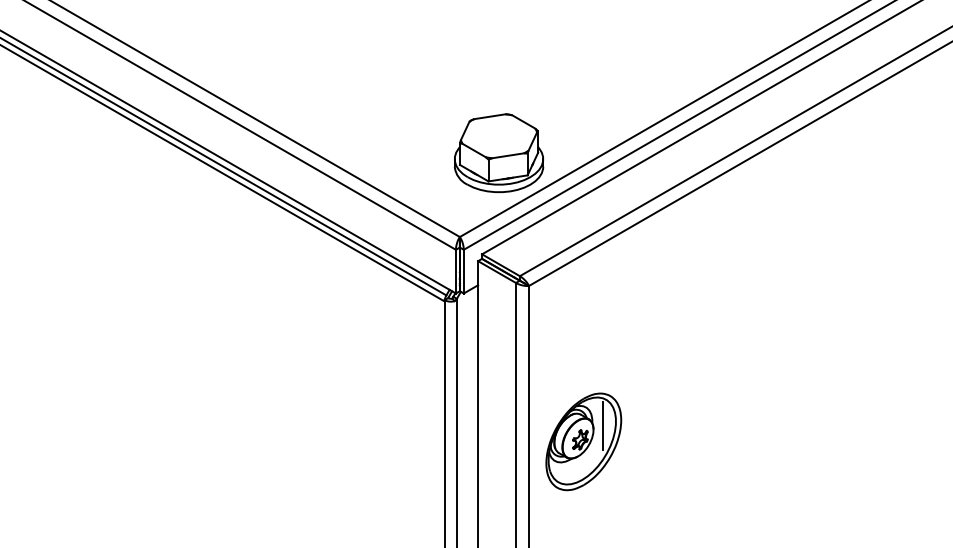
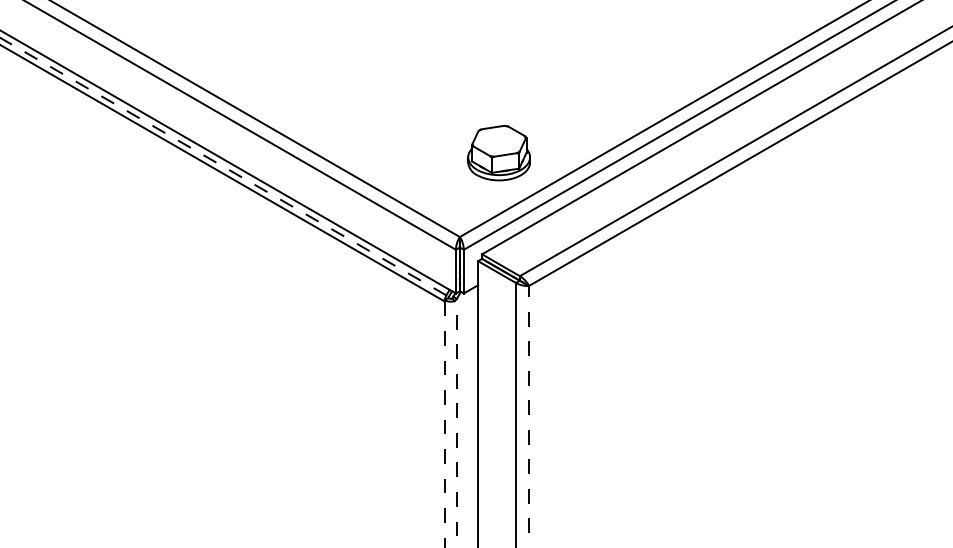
part at (499, 152) size: 91x80 px -> 64x58 px
line at (223, 166): solid -> dashed
line at (529, 416): solid -> dashed
line at (456, 422): solid -> dashed
line at (444, 424): solid -> dashed
part at (583, 441): present -> none
